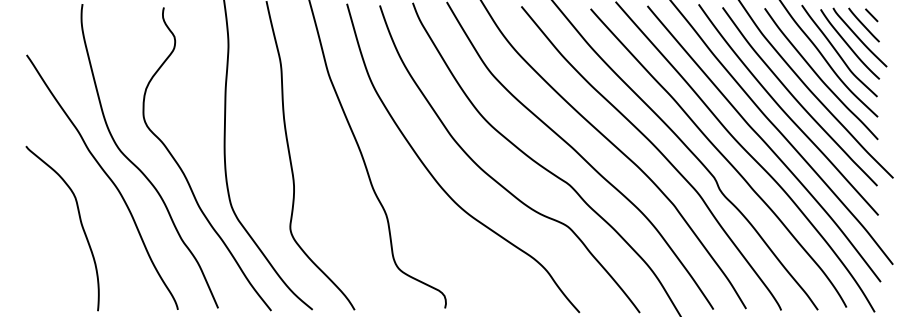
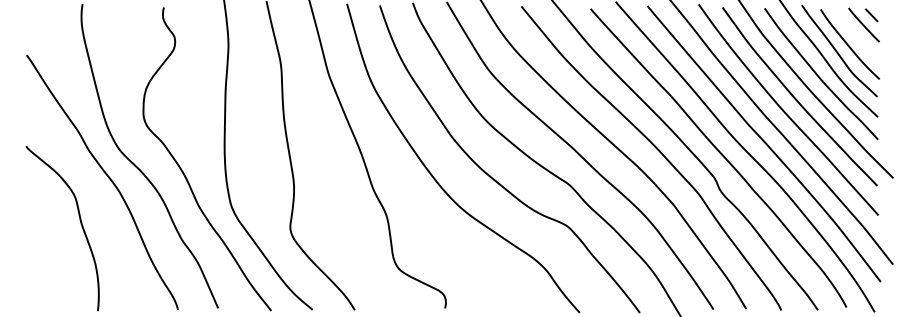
curve at (859, 37): present -> none
